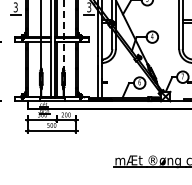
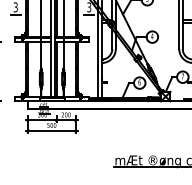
line at (63, 36): dashed -> solid
